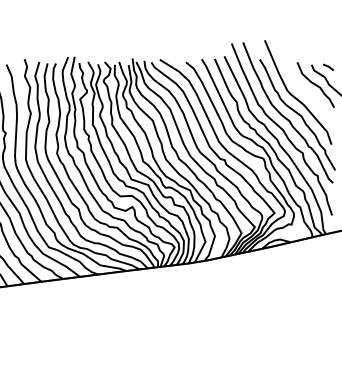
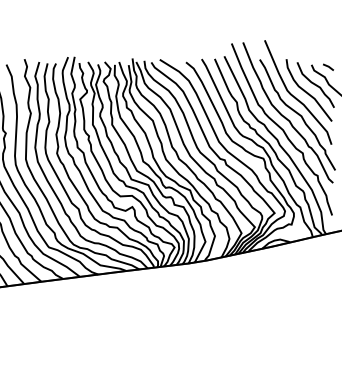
curve at (308, 92): none -> present
